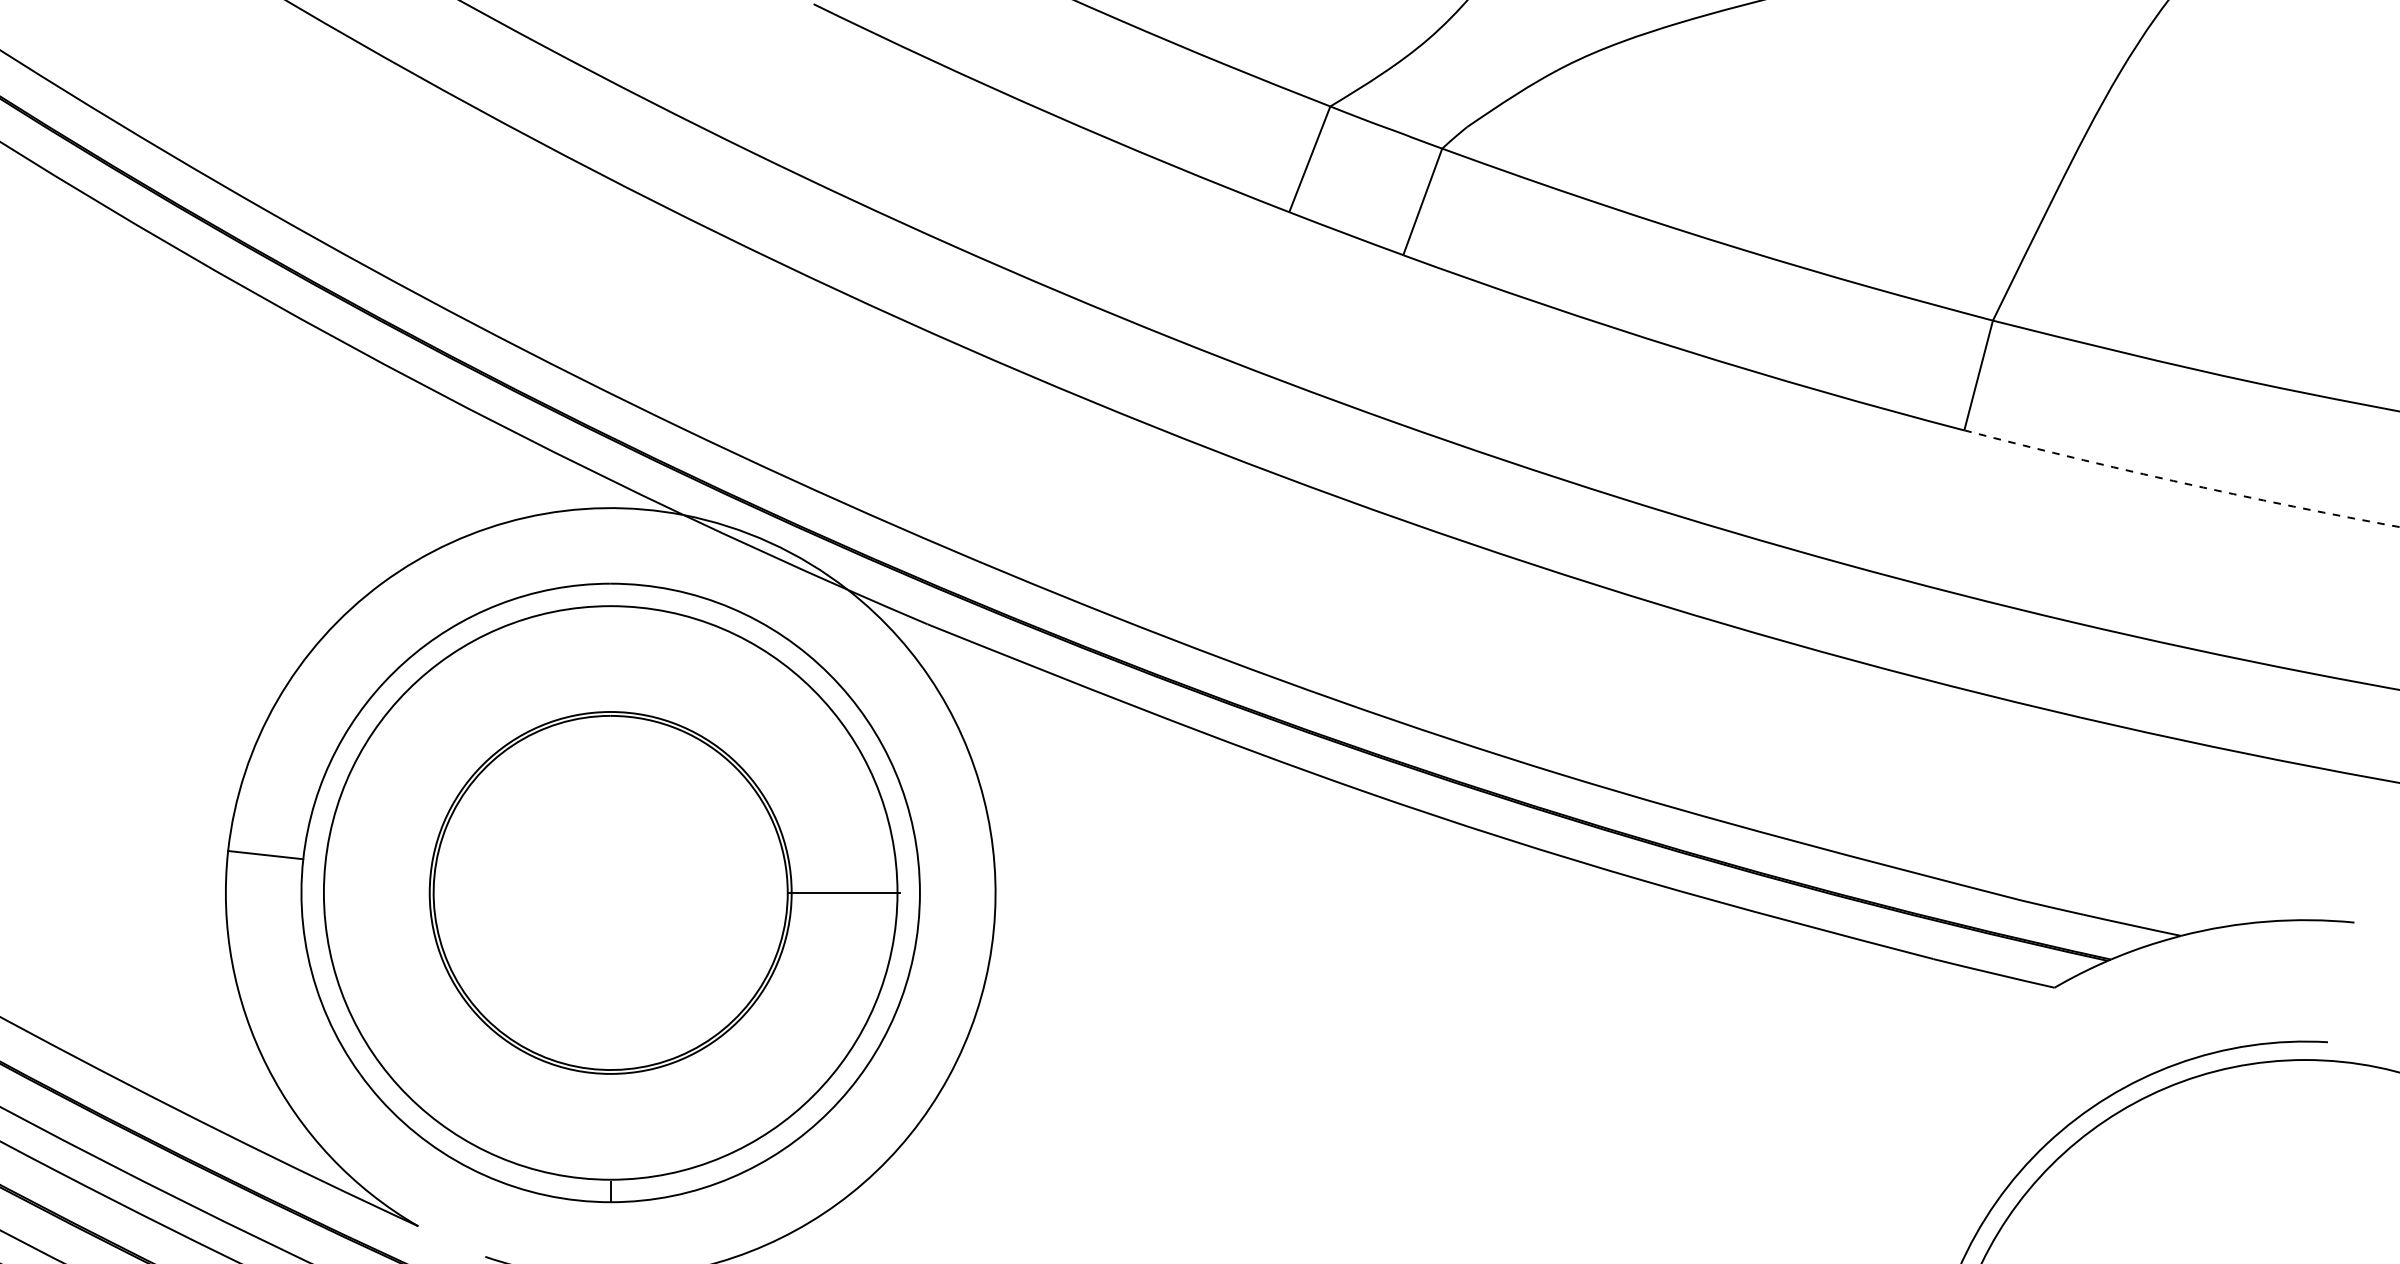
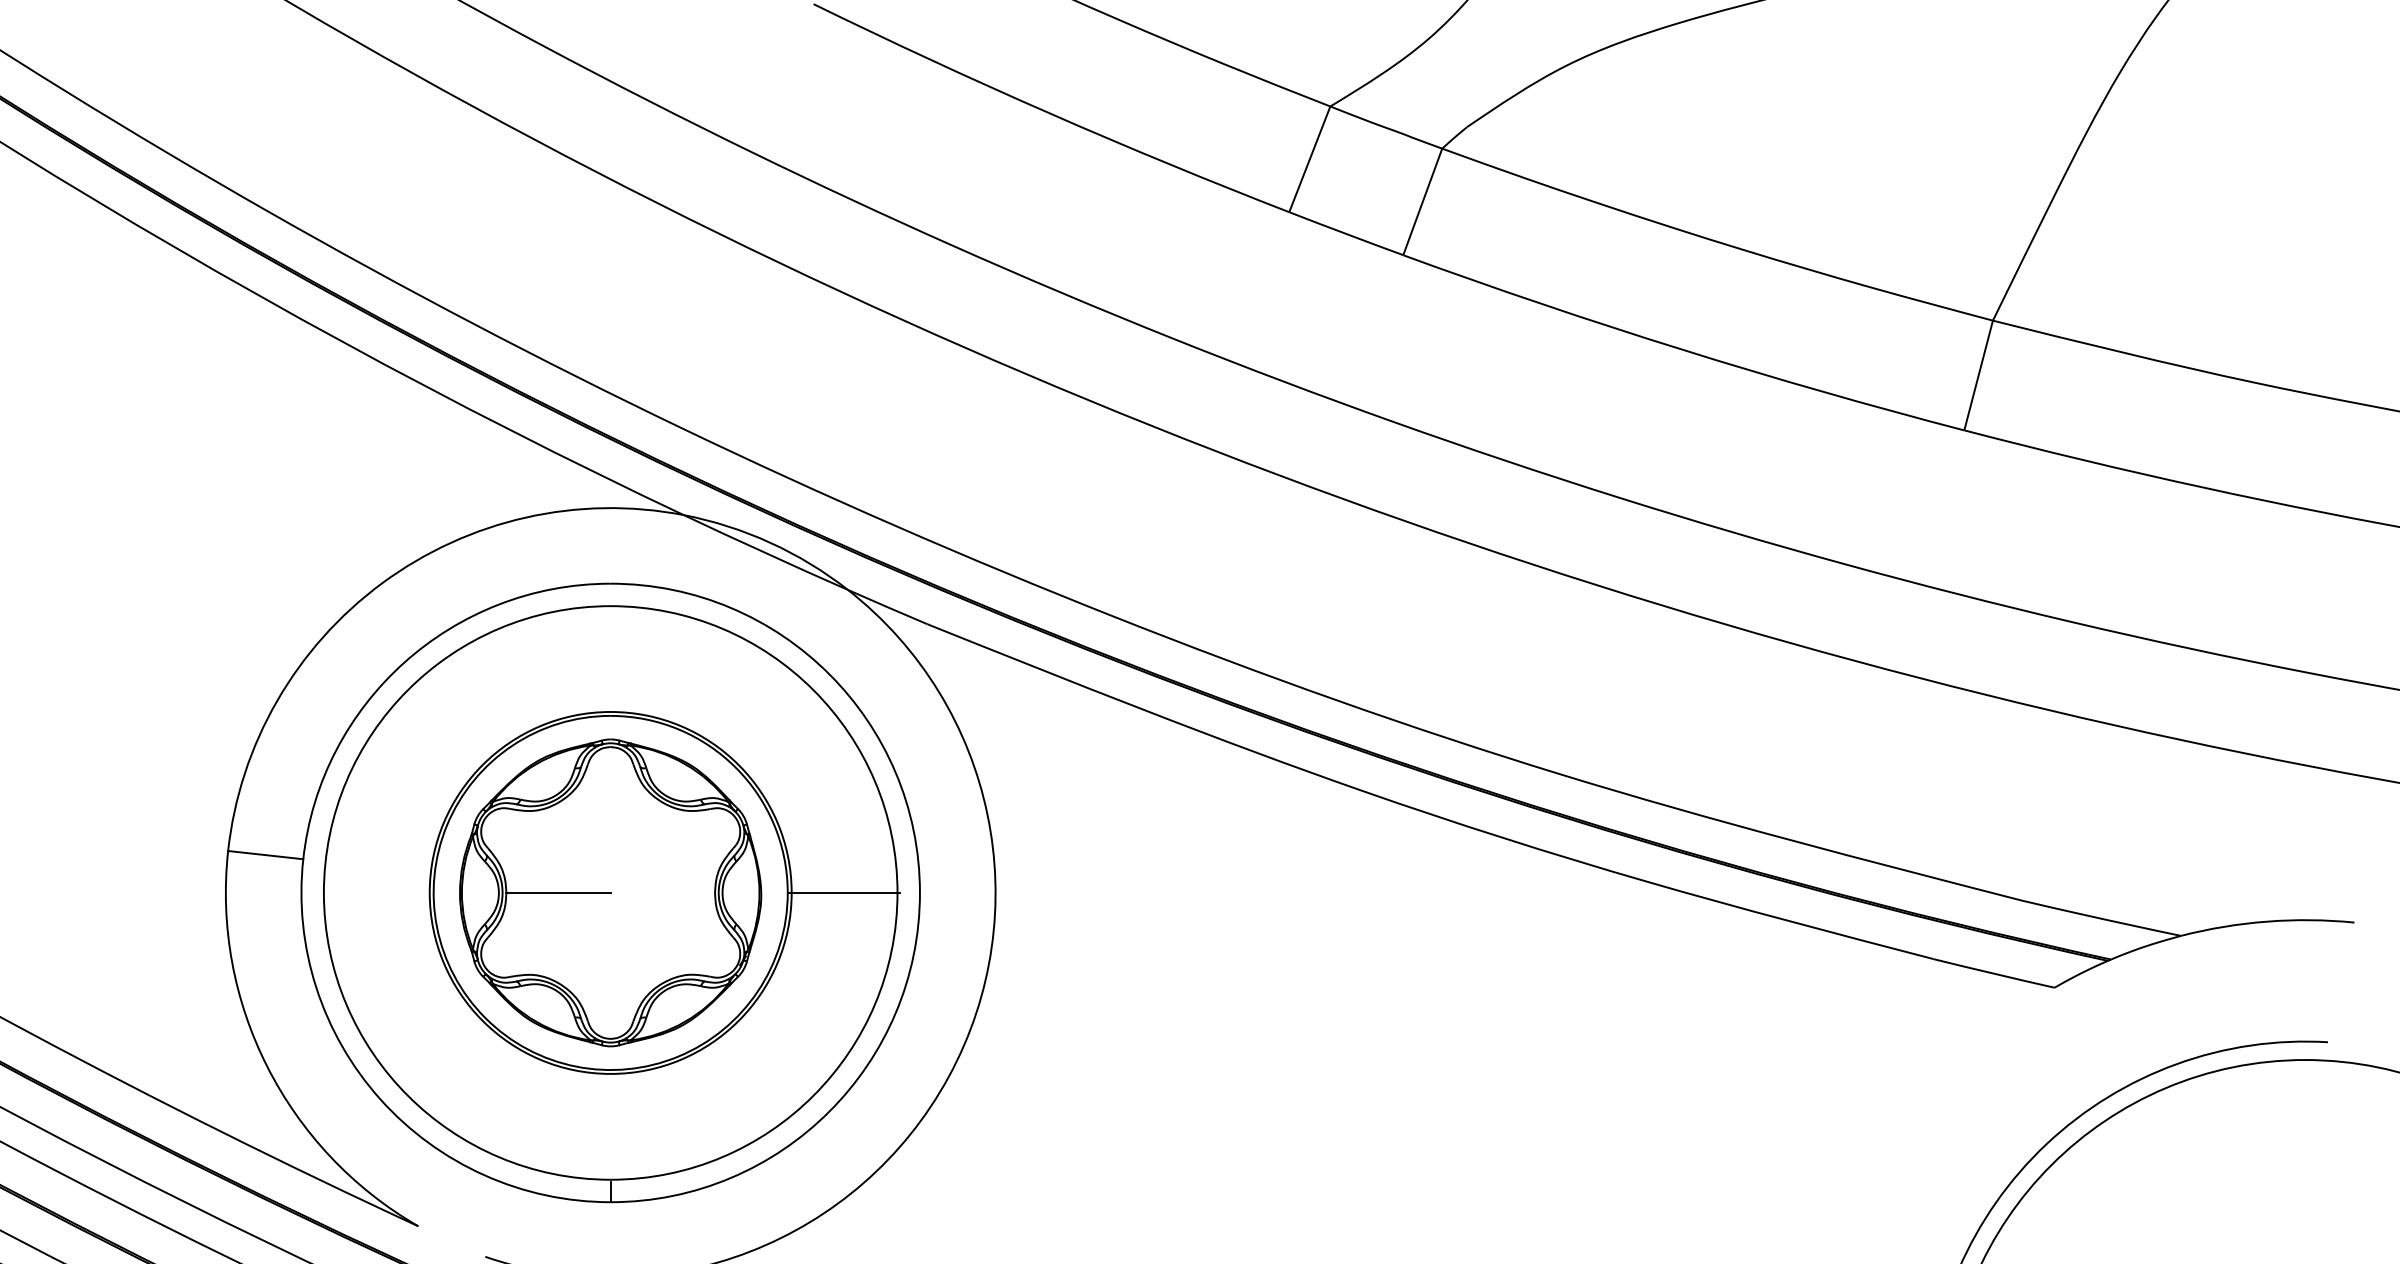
arc at (2182, 482): dashed -> solid
part at (610, 892): none -> present
